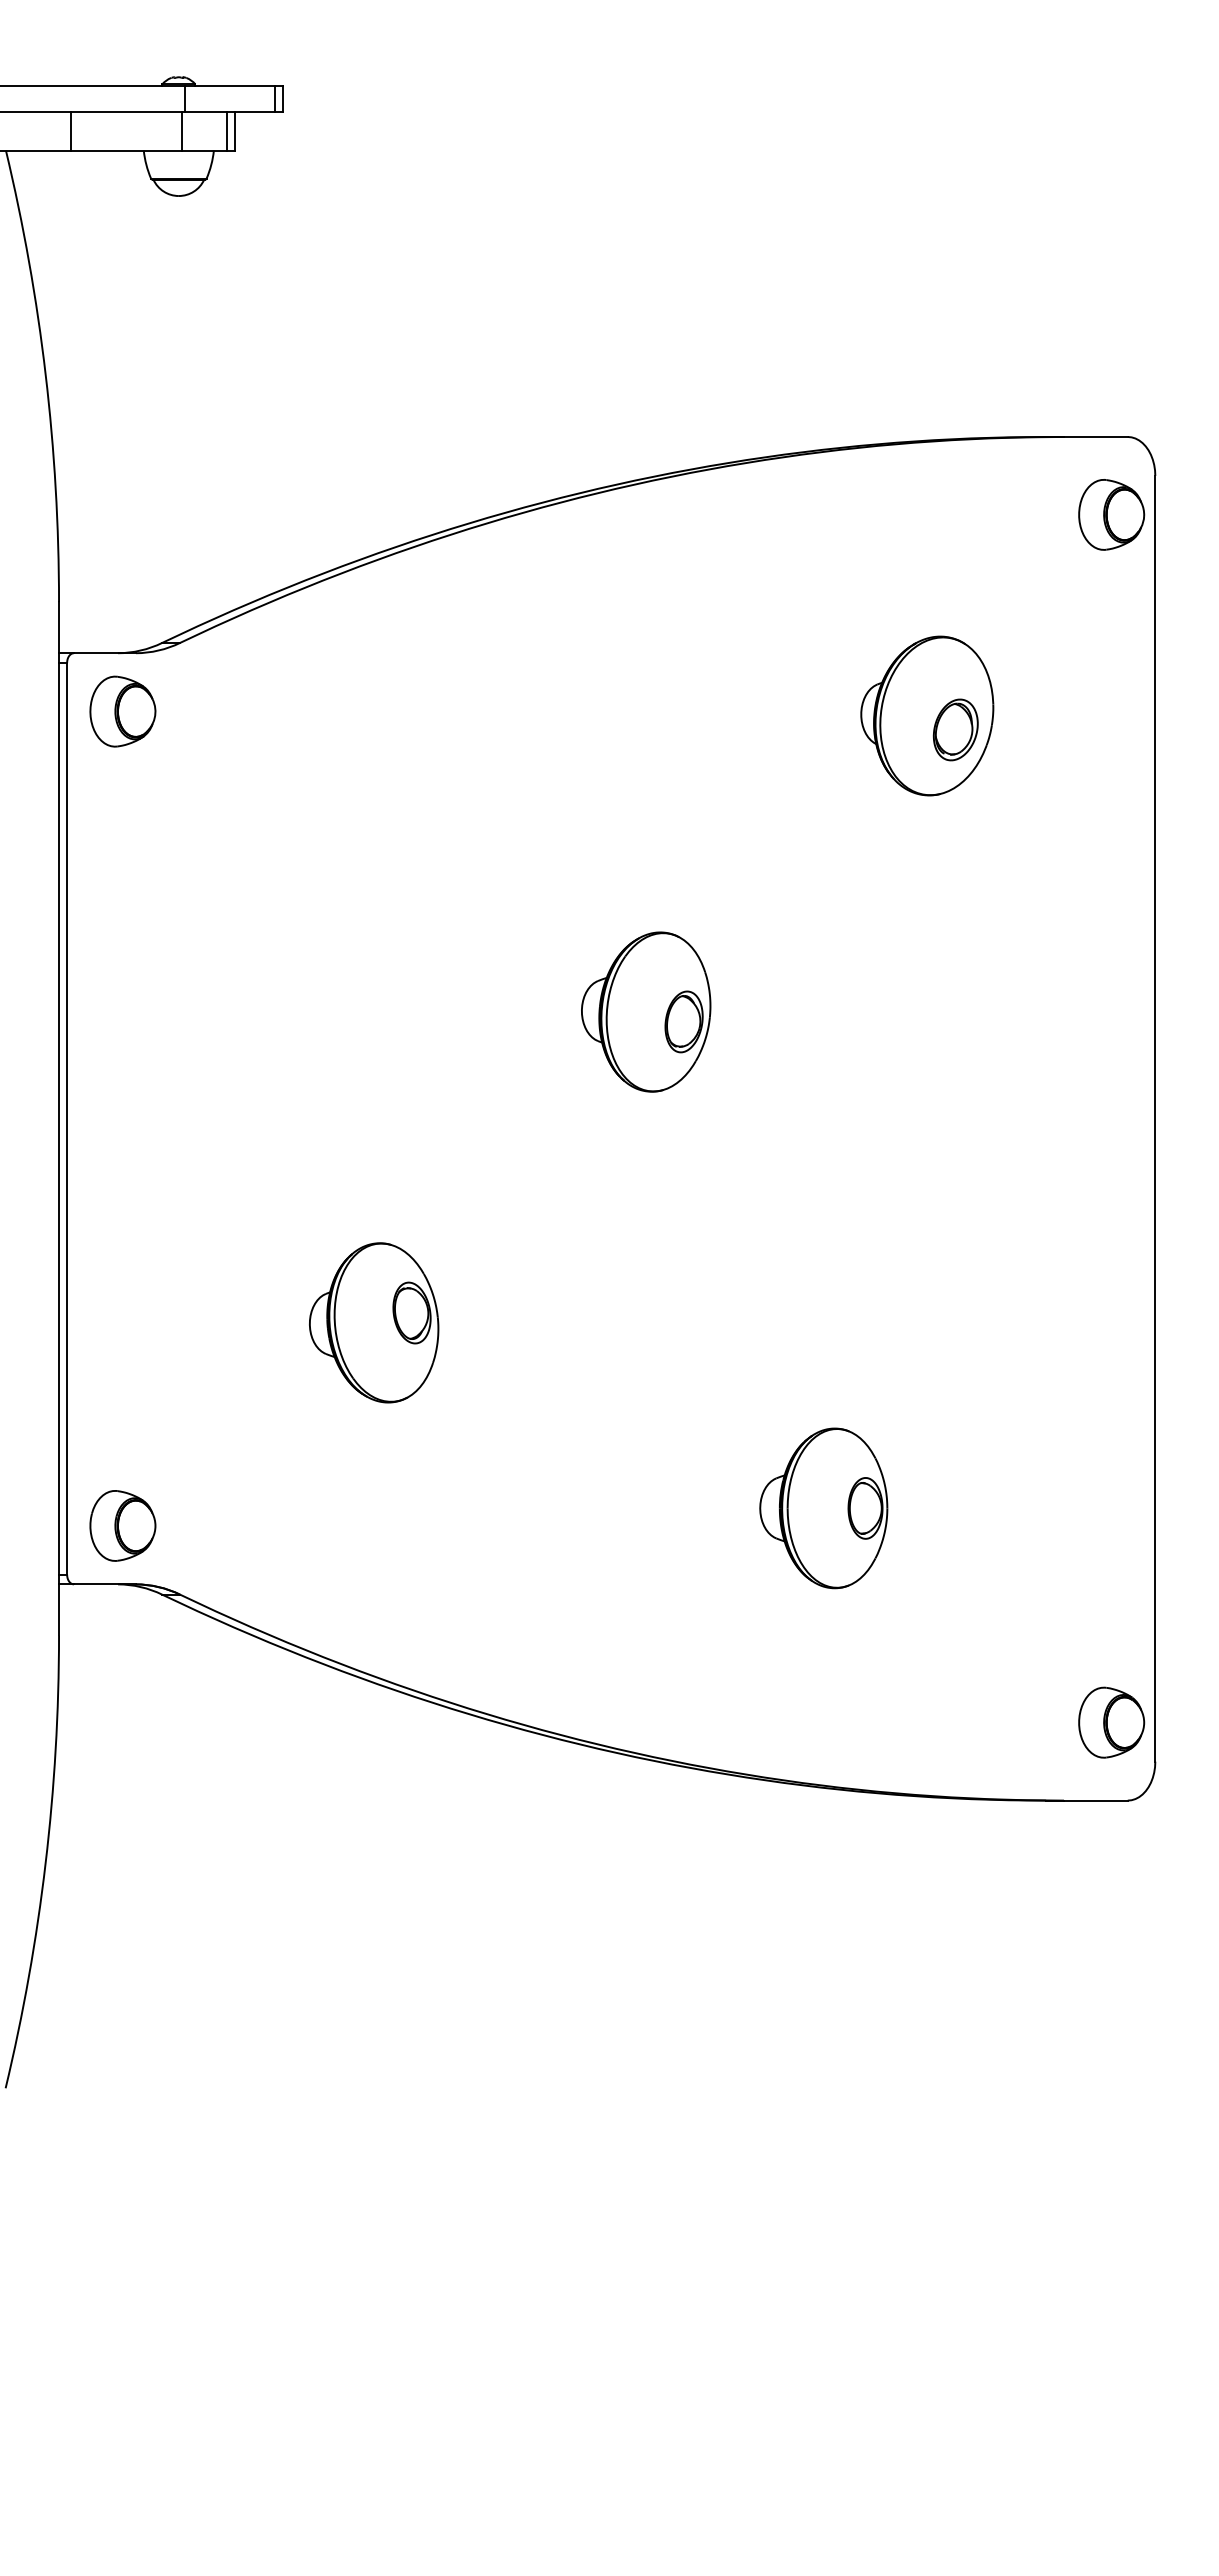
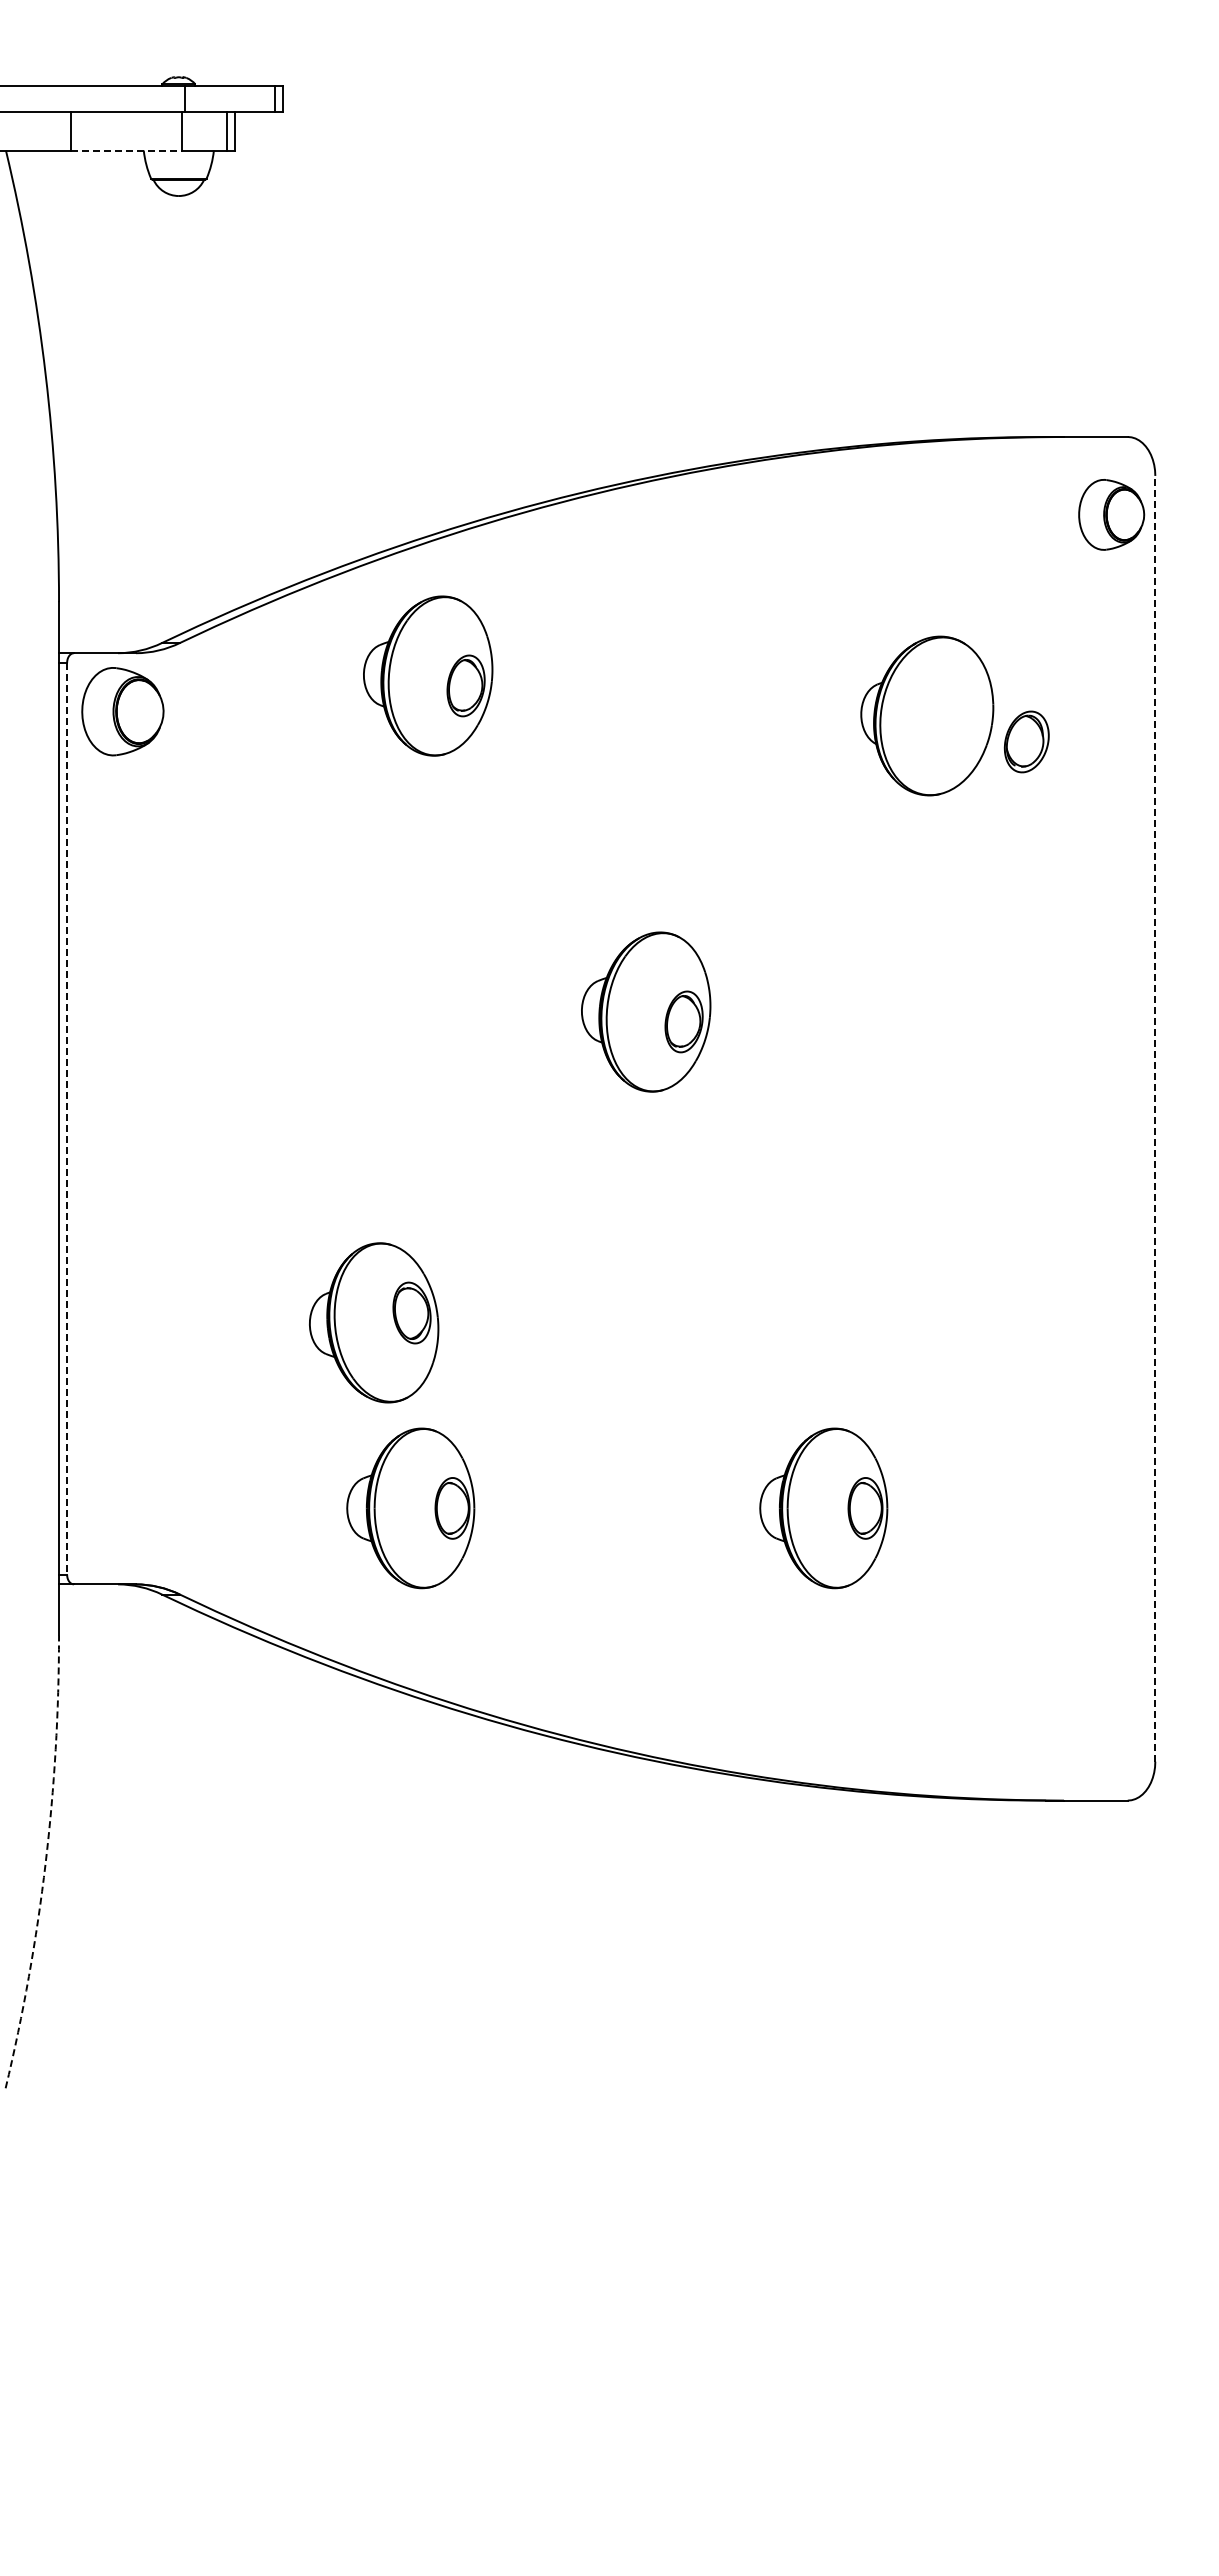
line at (126, 150): solid -> dashed
part at (428, 675): none -> present
part at (122, 711) size: 68x73 px -> 84x90 px
part at (955, 729) position: (955, 729) -> (1026, 741)
line at (67, 1118): solid -> dashed
line at (1155, 1118): solid -> dashed
part at (410, 1508): none -> present
part at (122, 1525): present -> none
part at (1111, 1722): present -> none
arc at (45, 1863): solid -> dashed
